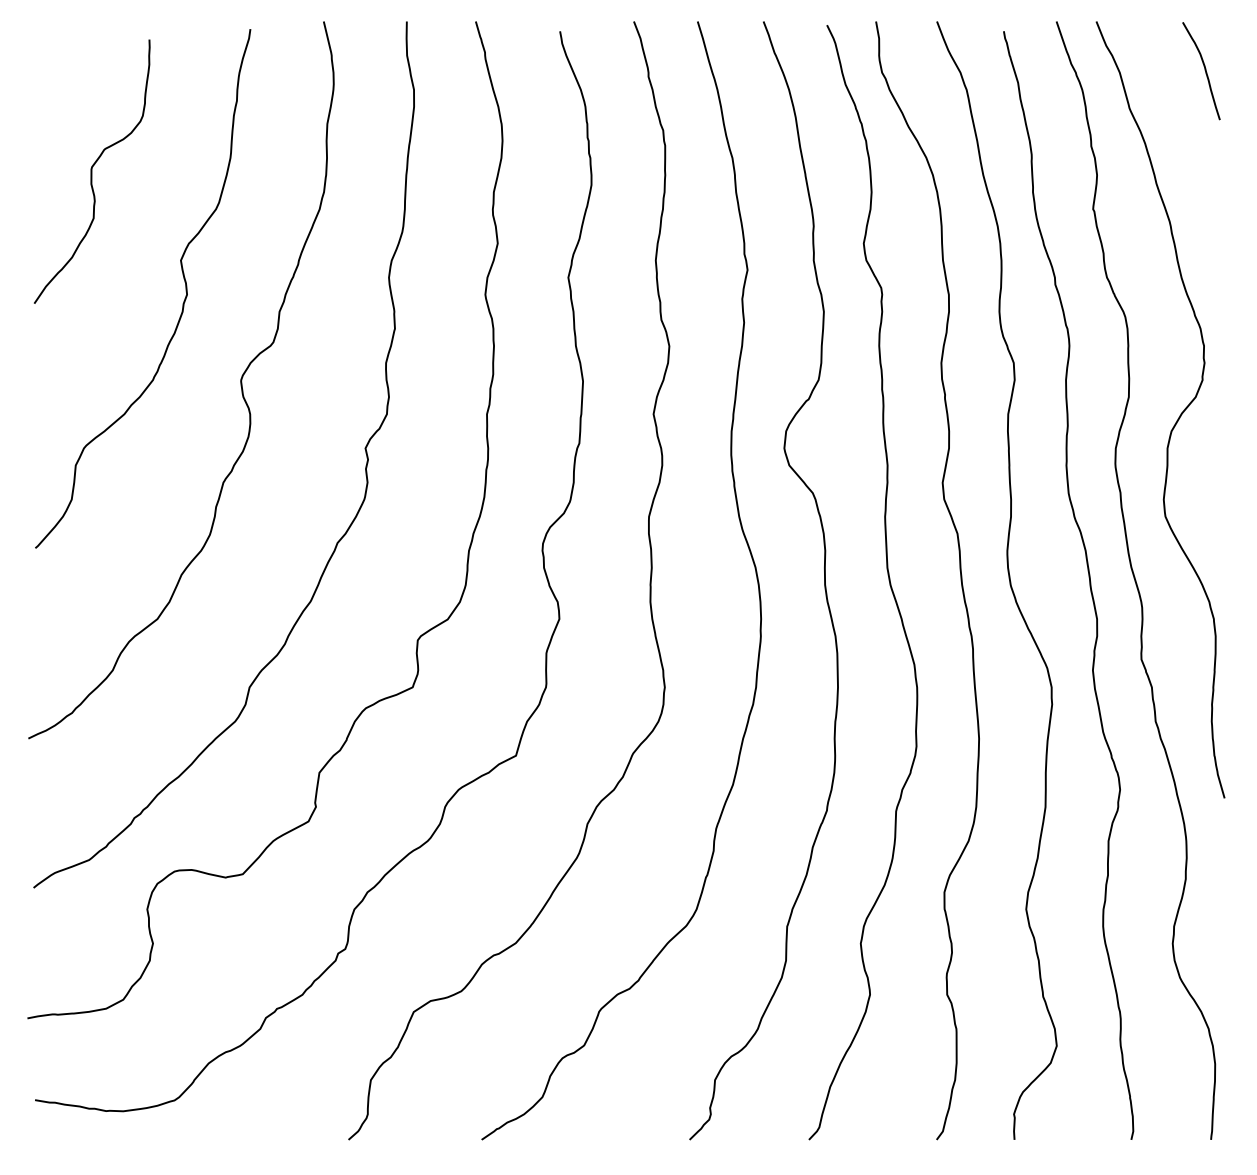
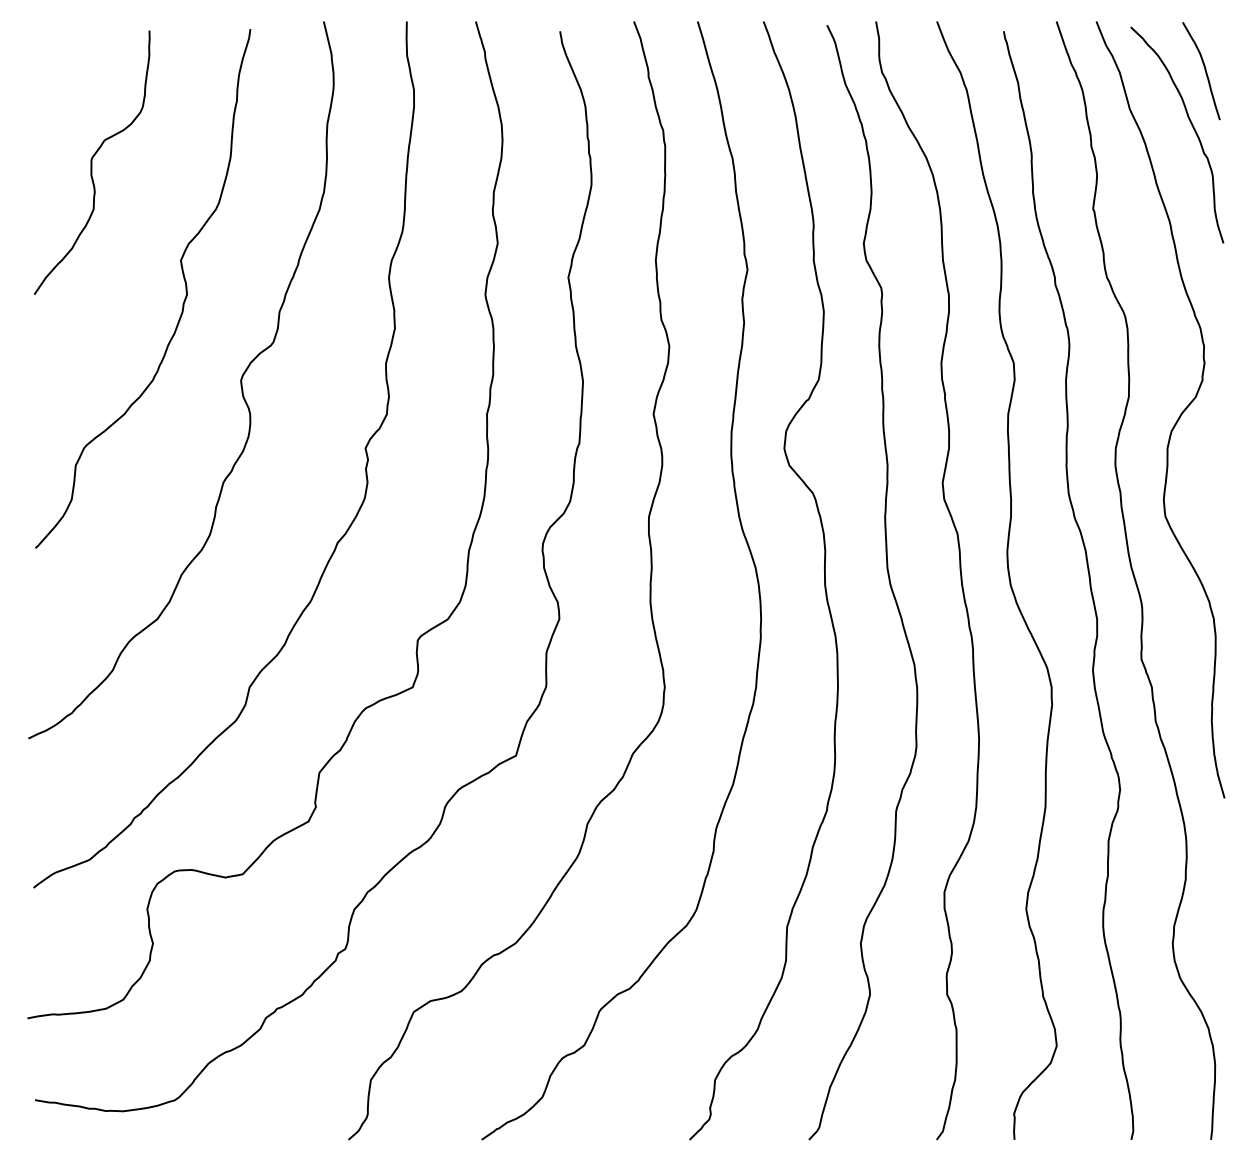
curve at (1192, 127): none -> present
curve at (92, 171) position: (92, 171) -> (92, 162)
